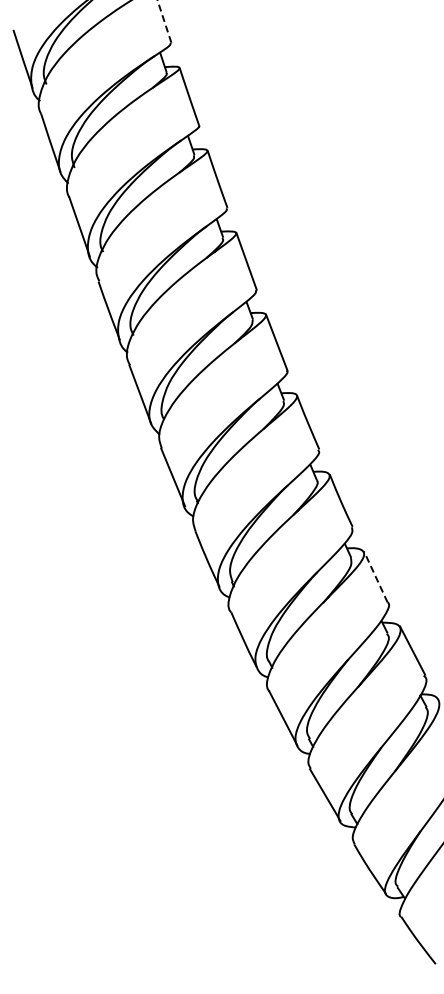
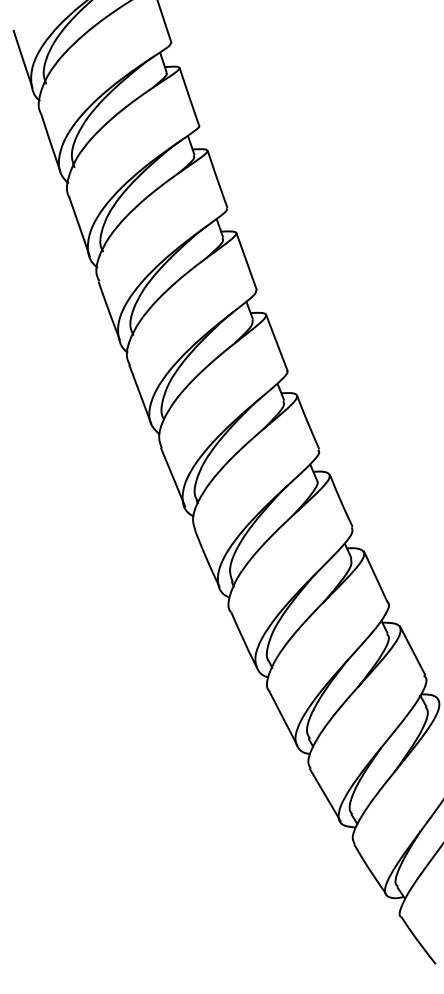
line at (164, 21): dashed -> solid
line at (375, 576): dashed -> solid
